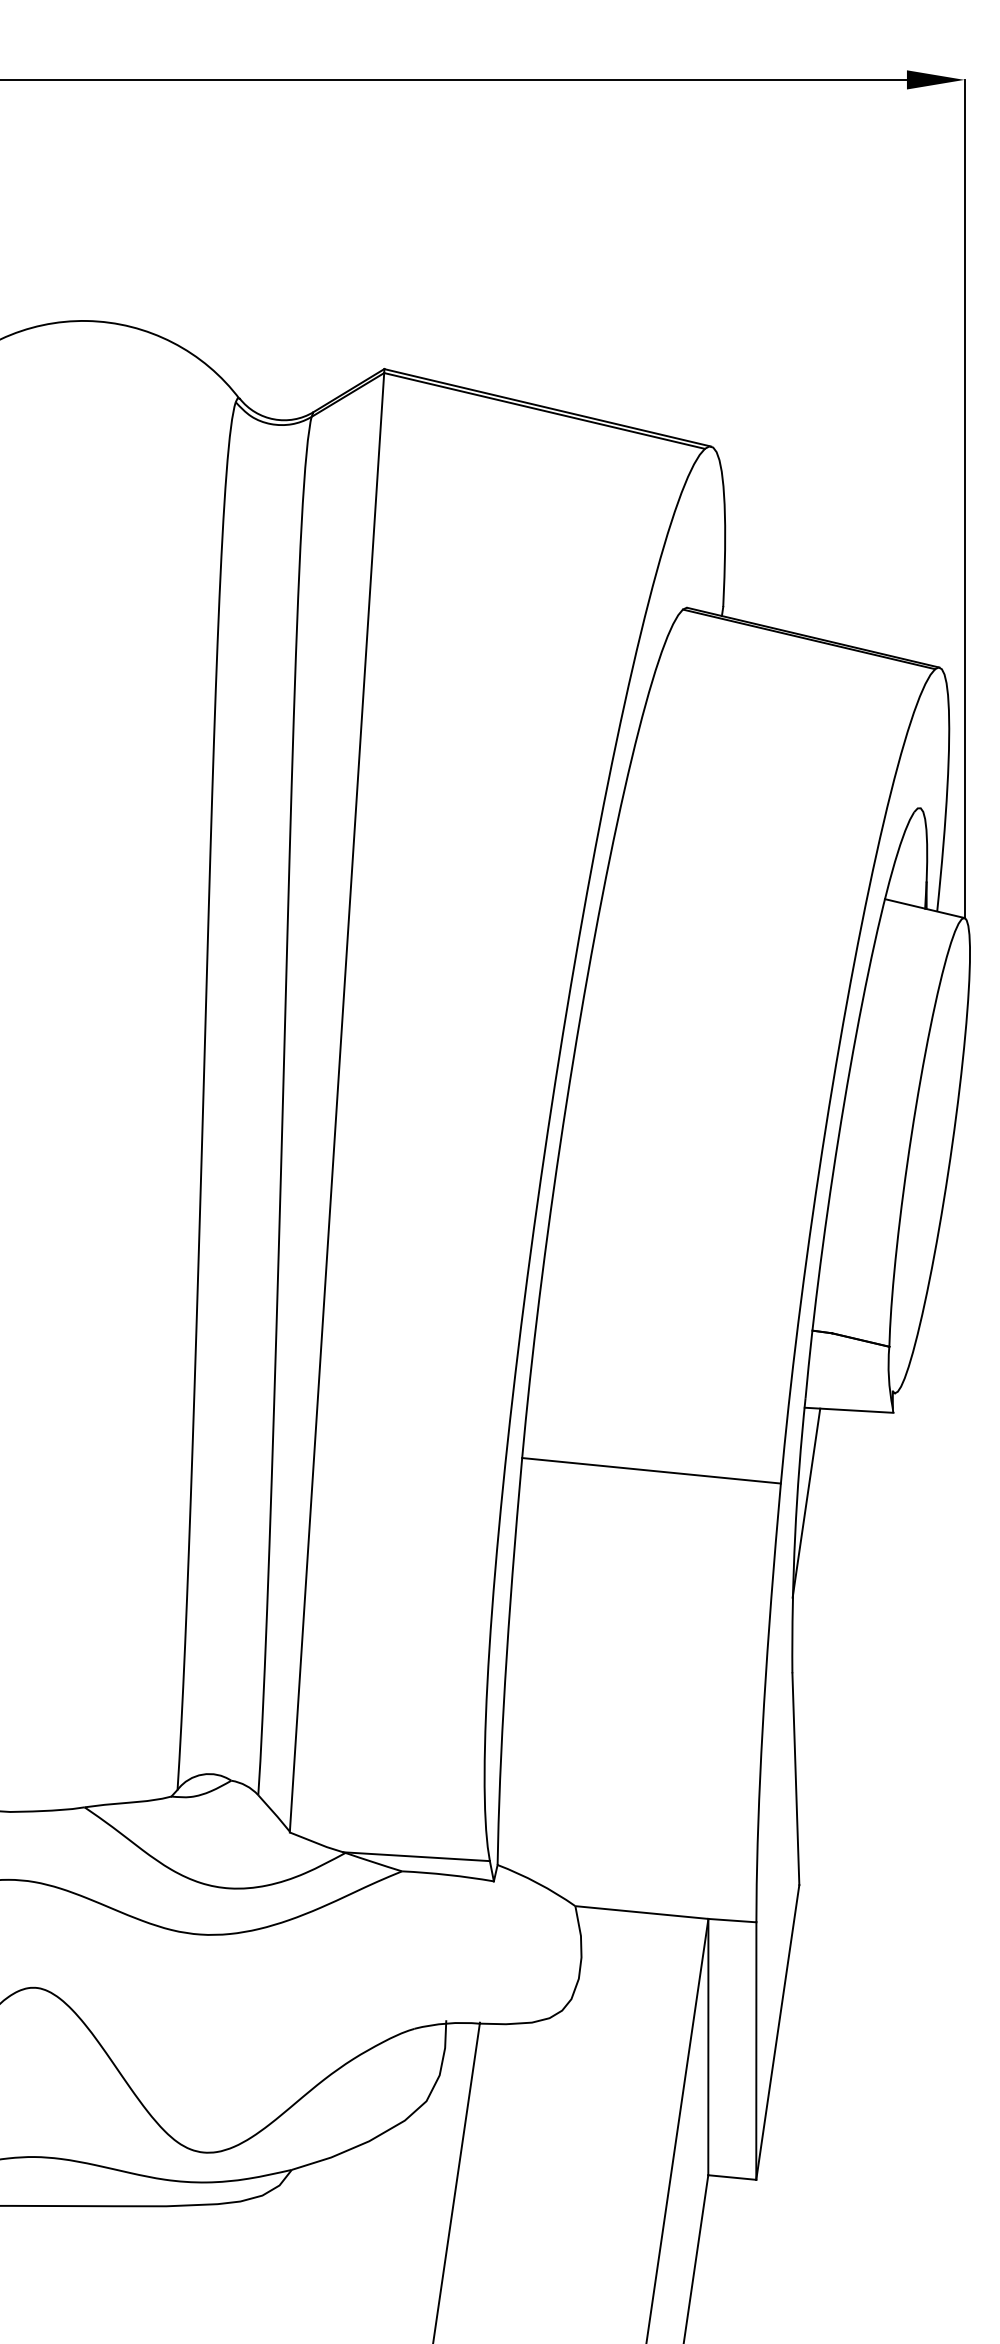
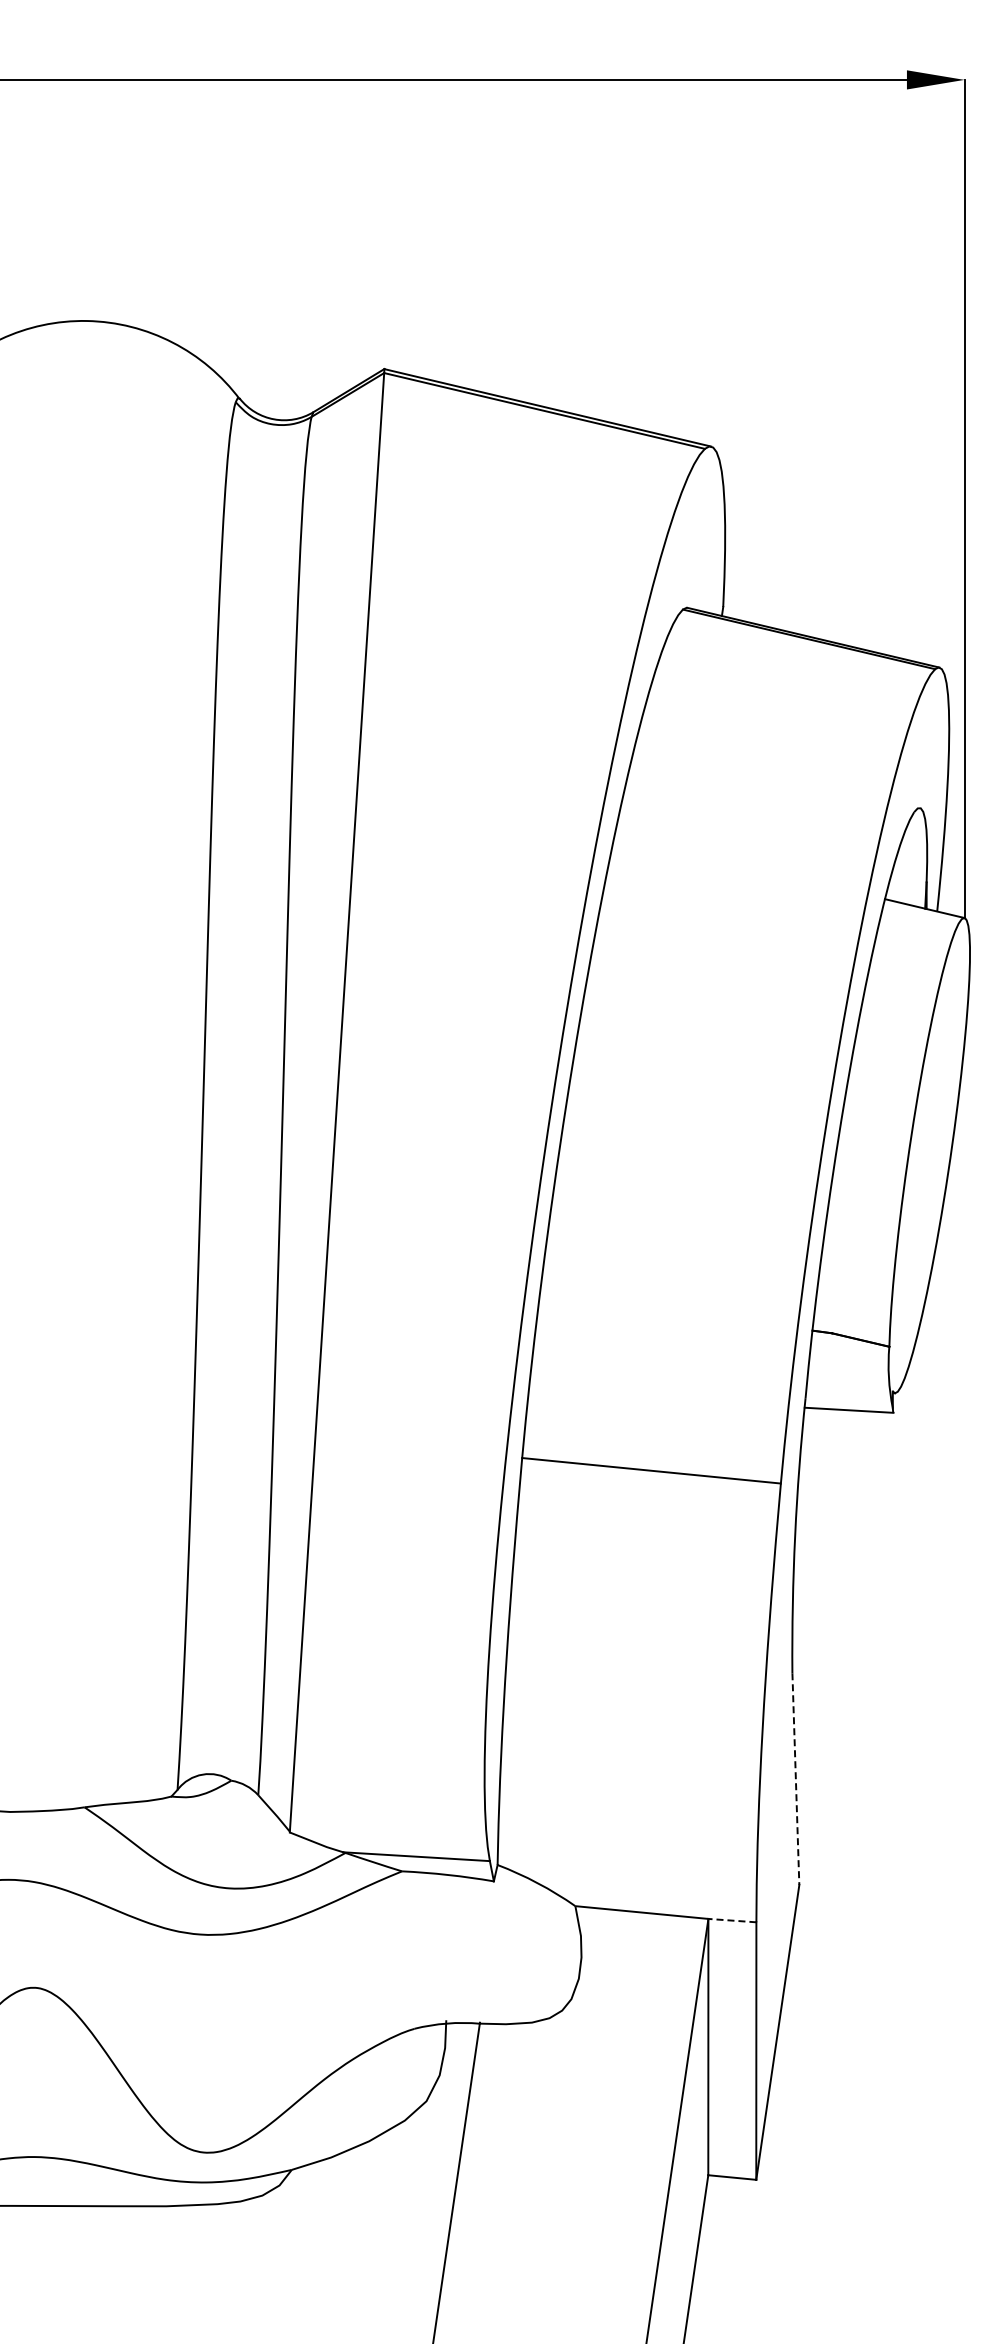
line at (806, 1502): present -> none
line at (795, 1779): solid -> dashed
line at (731, 1920): solid -> dashed
